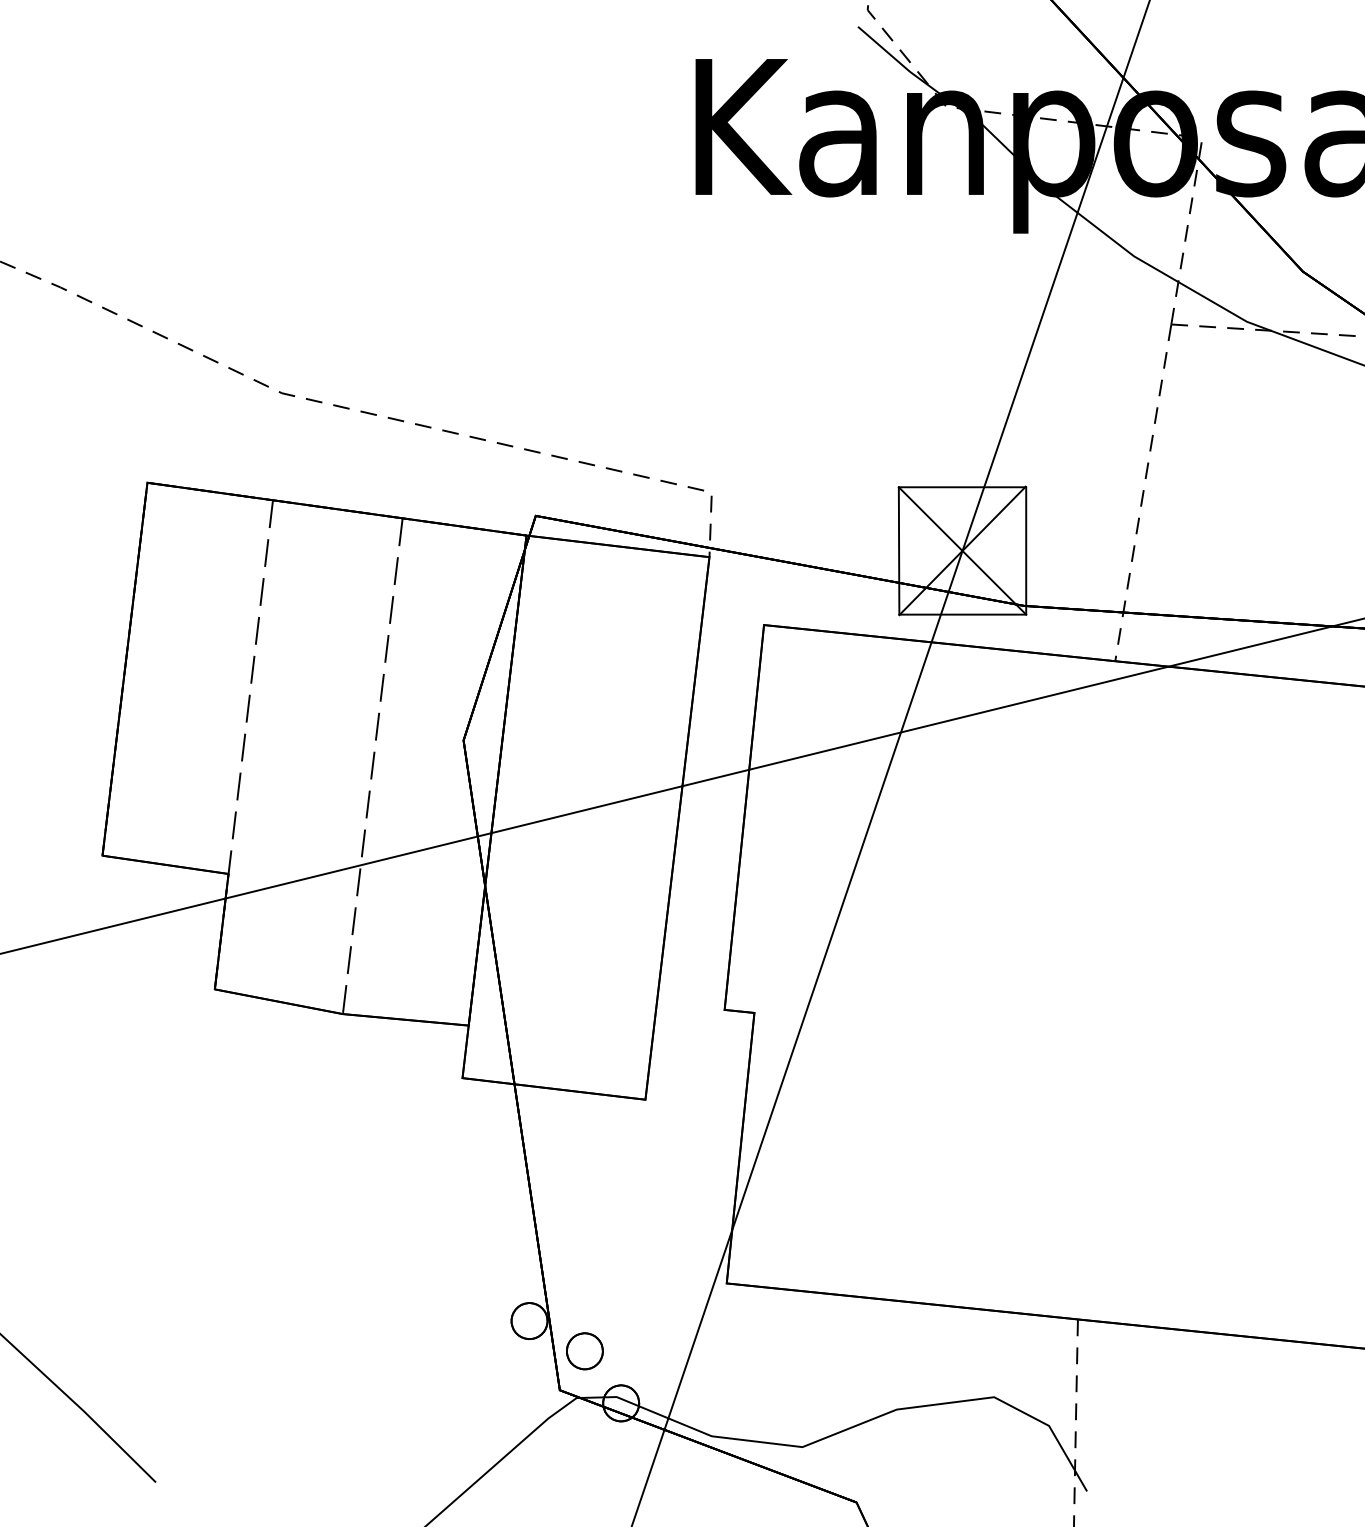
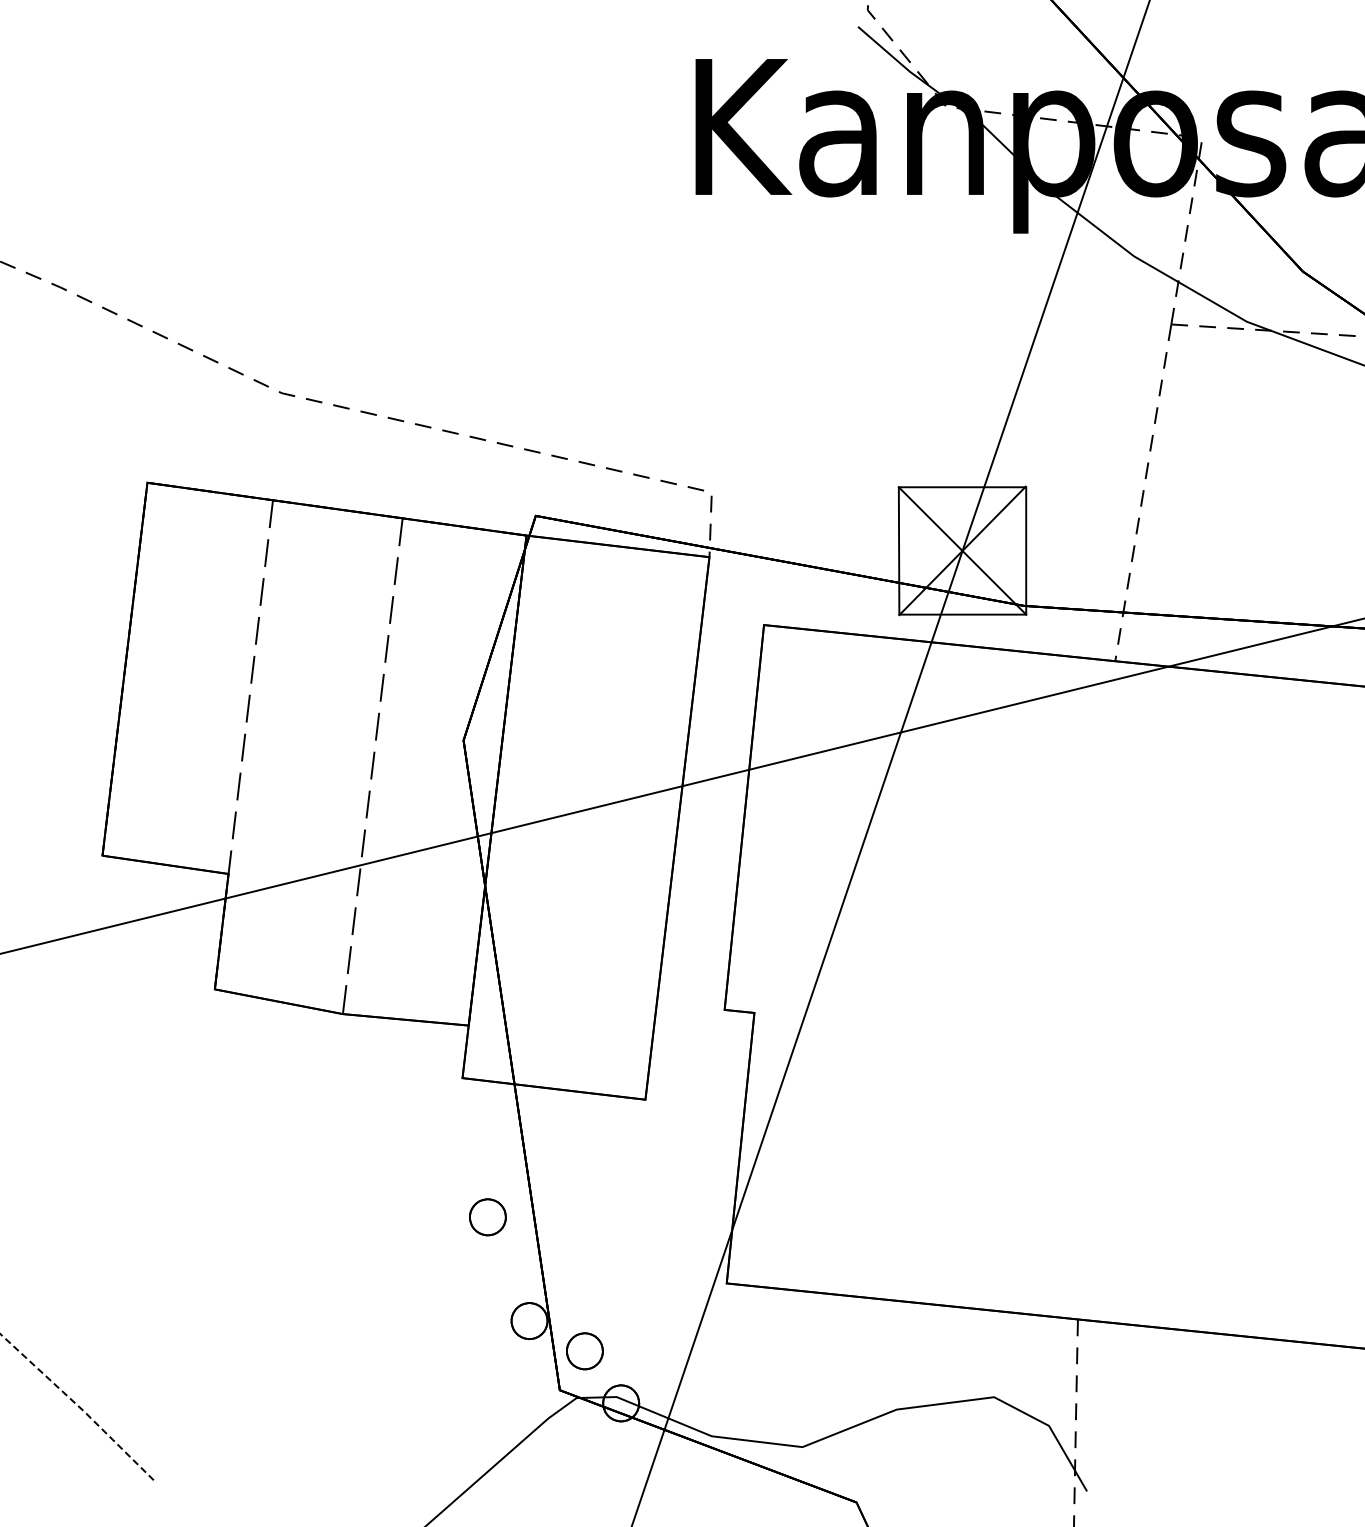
part at (487, 1217): none -> present
line at (80, 1407): solid -> dashed
